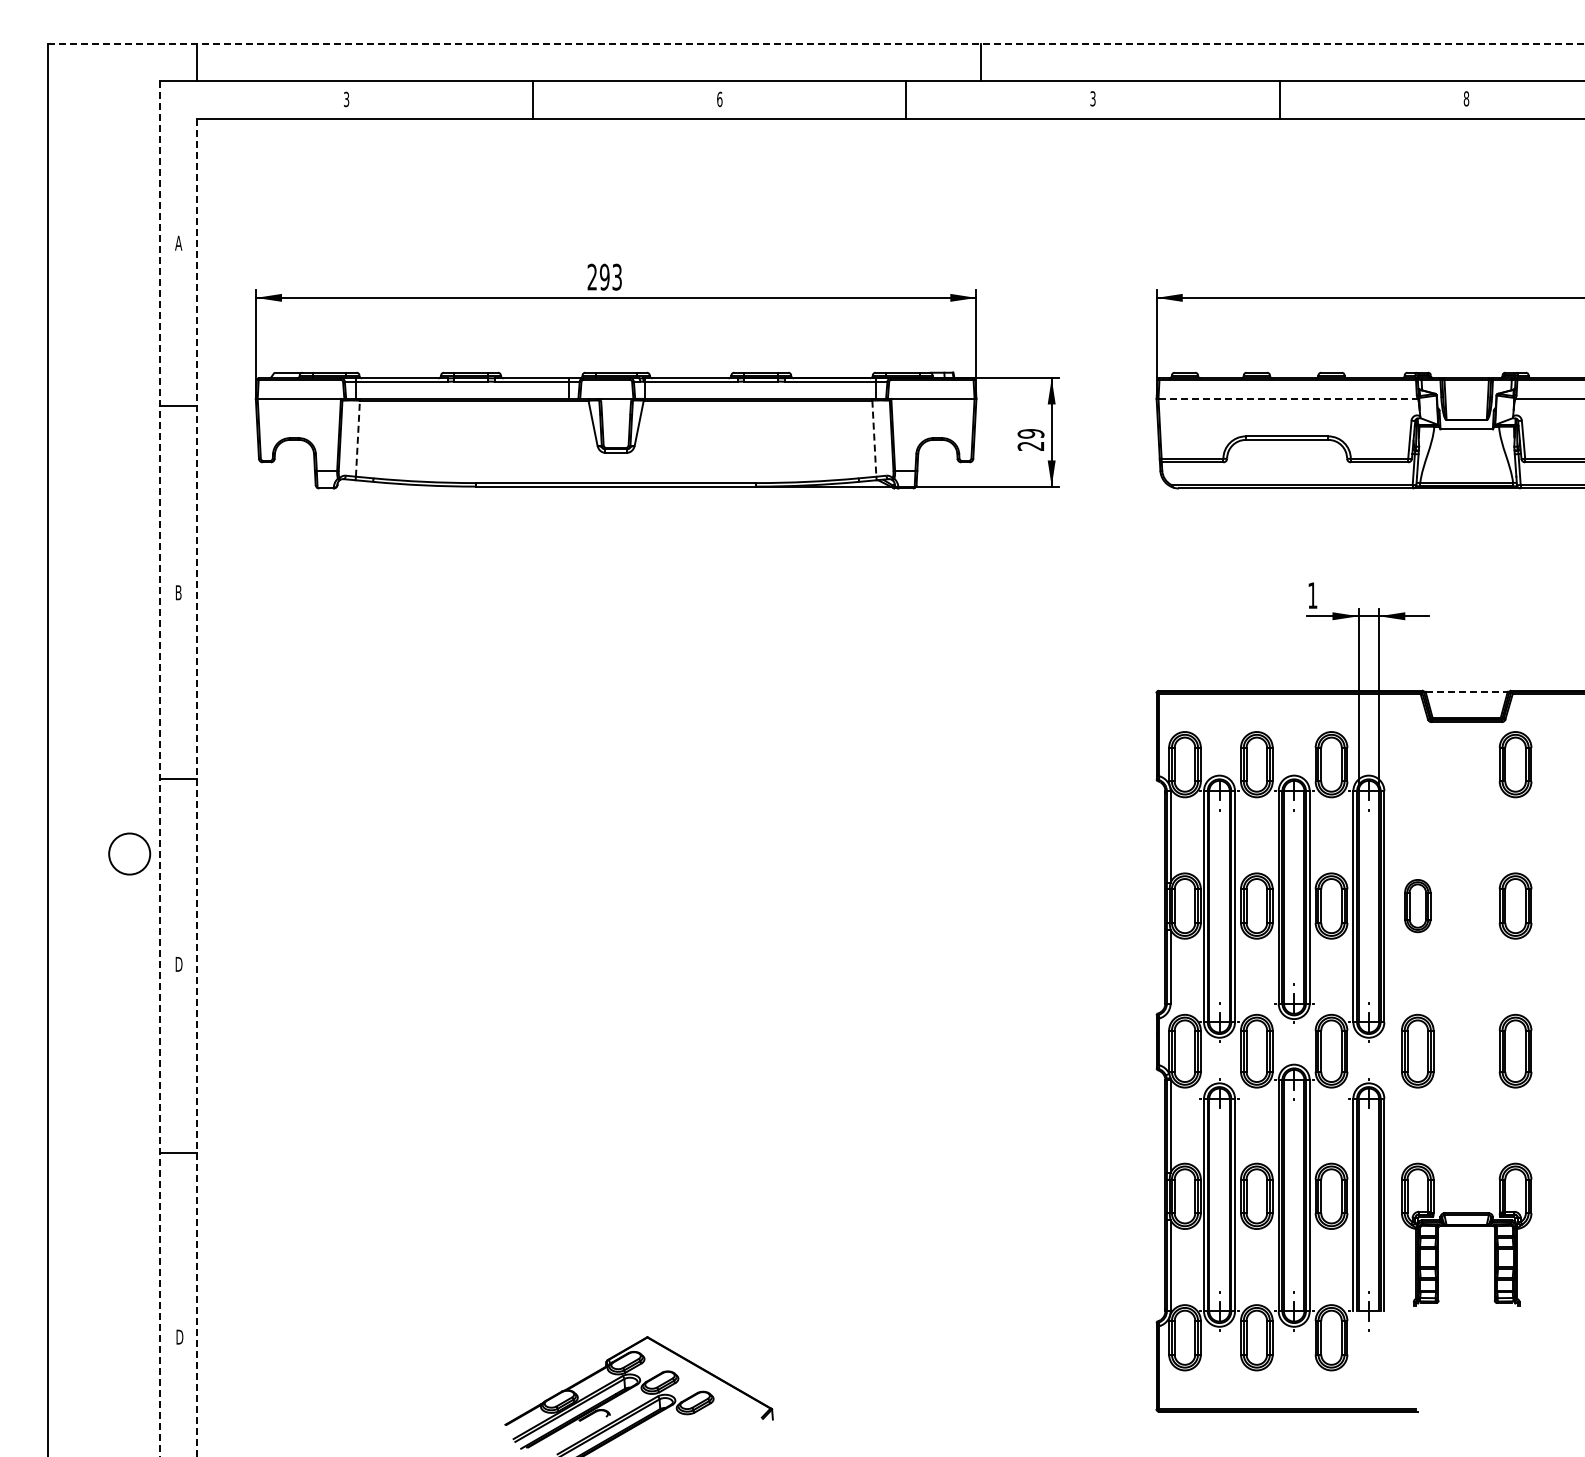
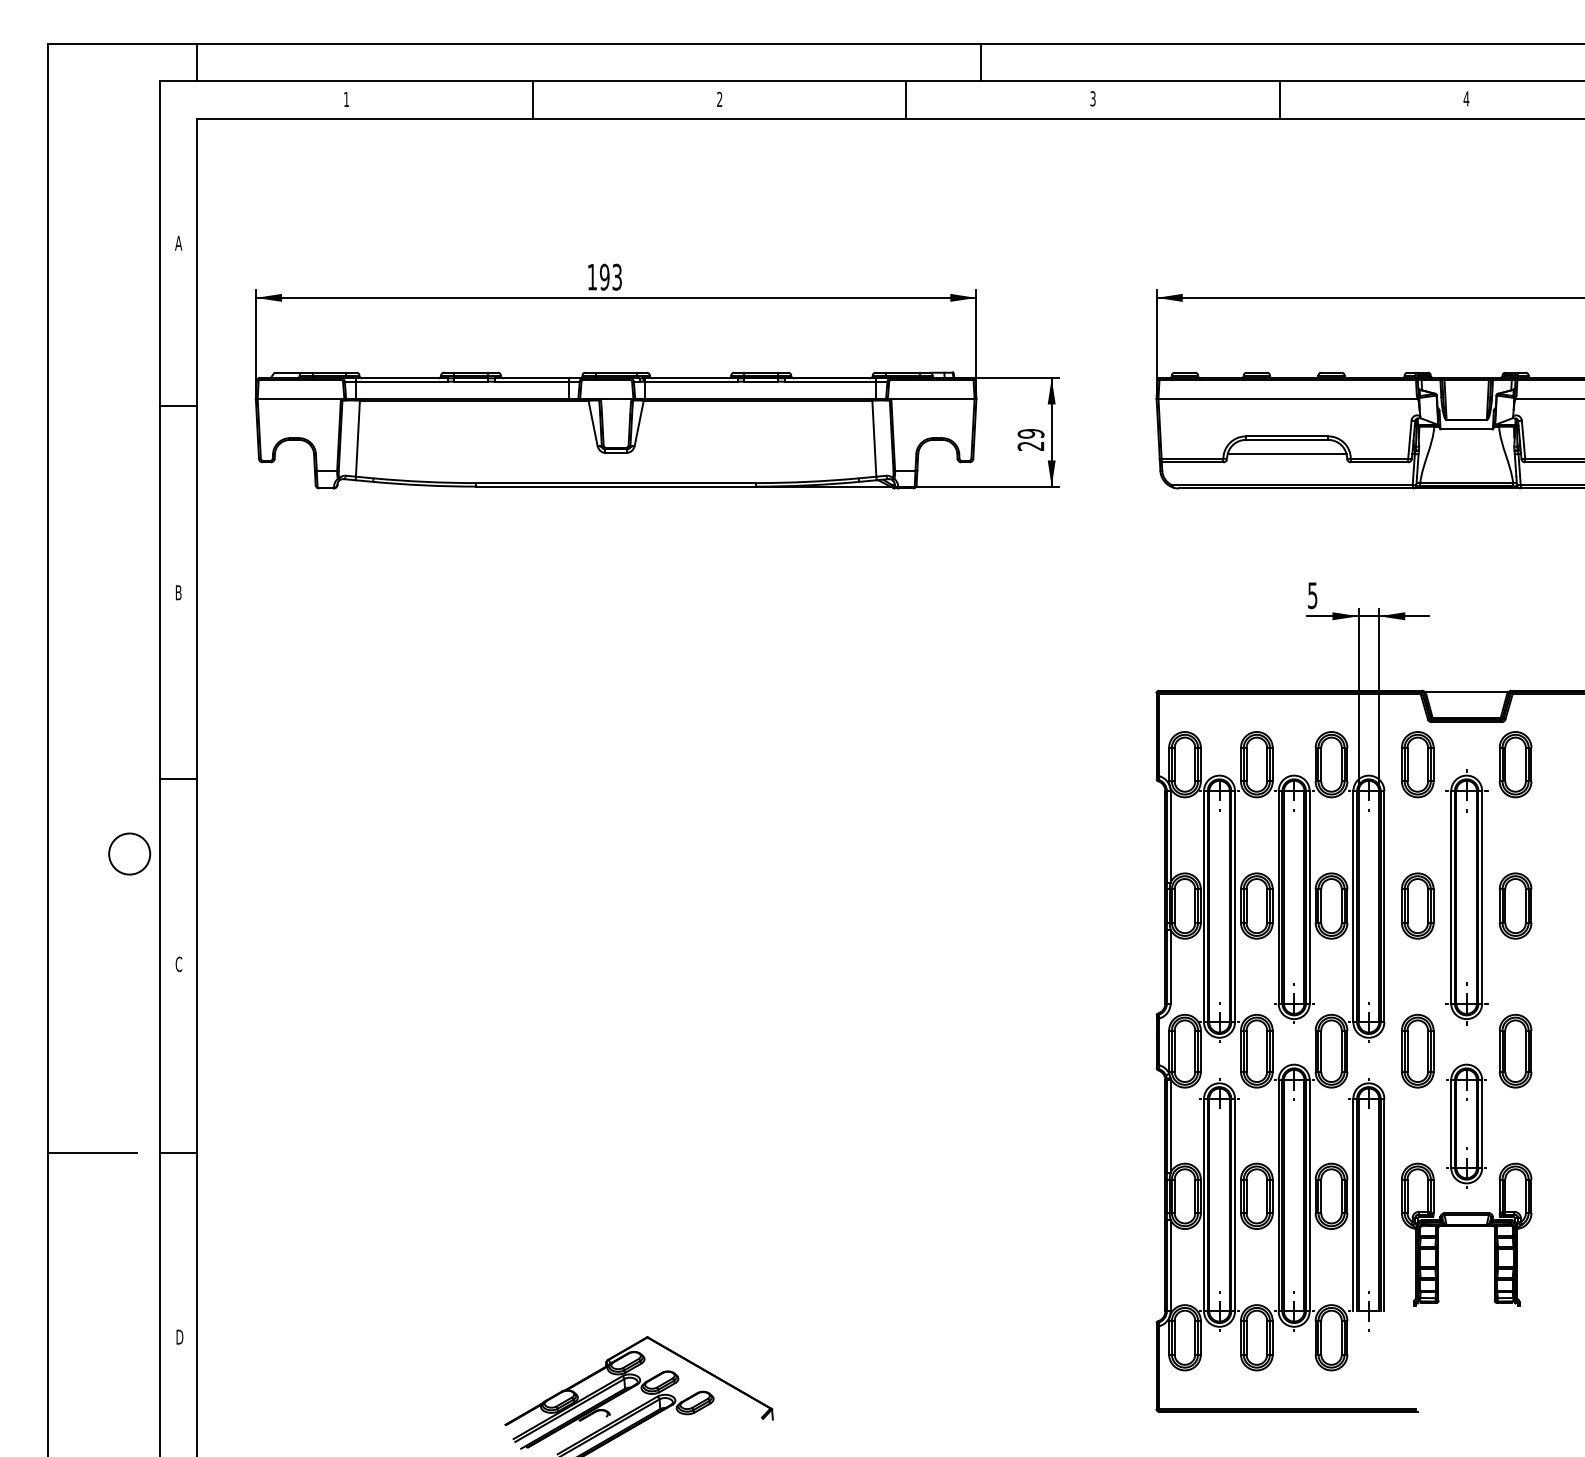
line at (816, 43): dashed -> solid
text at (1466, 98): 8 -> 4
text at (346, 99): 3 -> 1
text at (719, 99): 6 -> 2
text at (591, 276): 293 -> 193
line at (1288, 398): dashed -> solid
line at (357, 438): dashed -> solid
line at (874, 439): dashed -> solid
line at (1286, 454): none -> present
text at (1312, 595): 1 -> 5
line at (1467, 691): dashed -> solid
part at (1417, 764): none -> present
line at (159, 768): dashed -> solid
line at (196, 787): dashed -> solid
part at (1466, 897): none -> present
part at (1417, 906) size: 28x55 px -> 34x68 px
text at (178, 964): D -> C
part at (1466, 1125): none -> present
line at (92, 1152): none -> present
